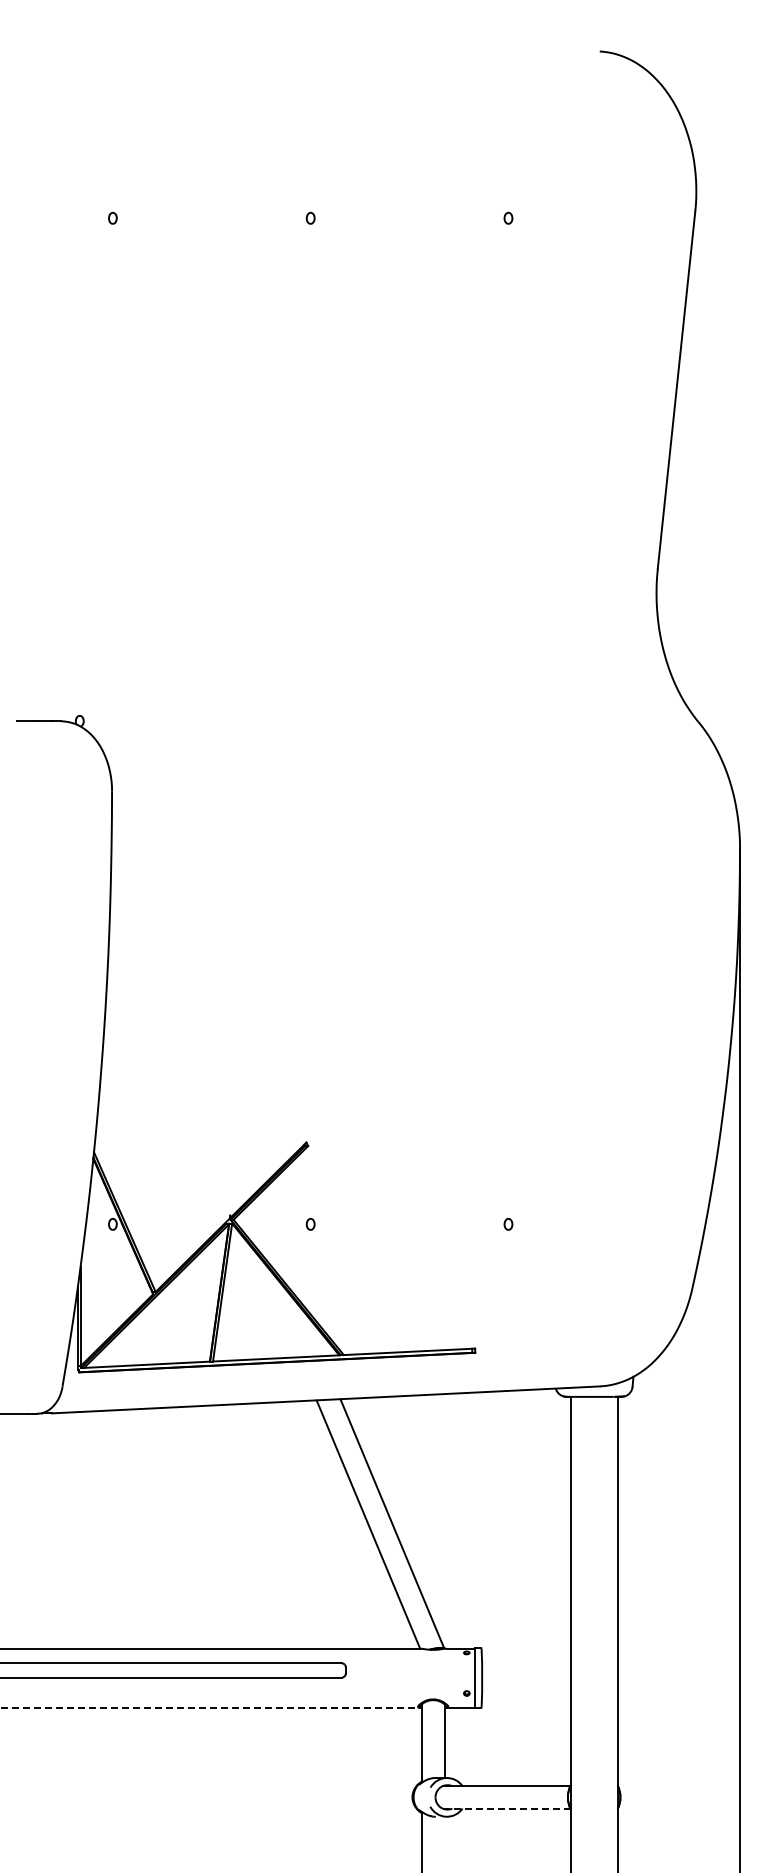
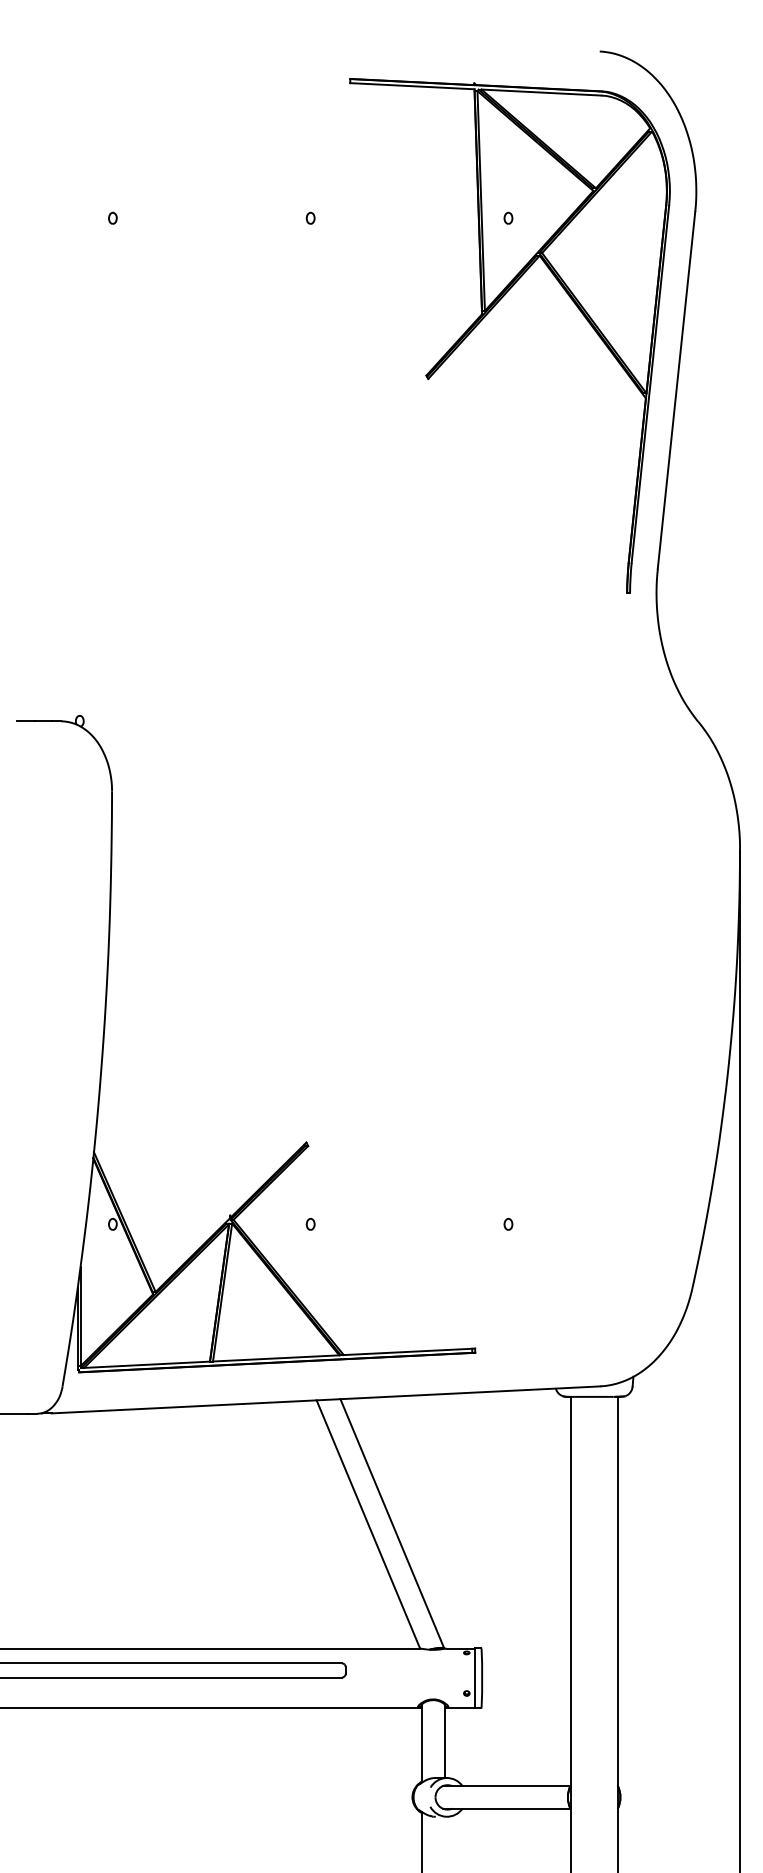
part at (486, 316): none -> present
line at (210, 1707): dashed -> solid
line at (506, 1808): dashed -> solid
